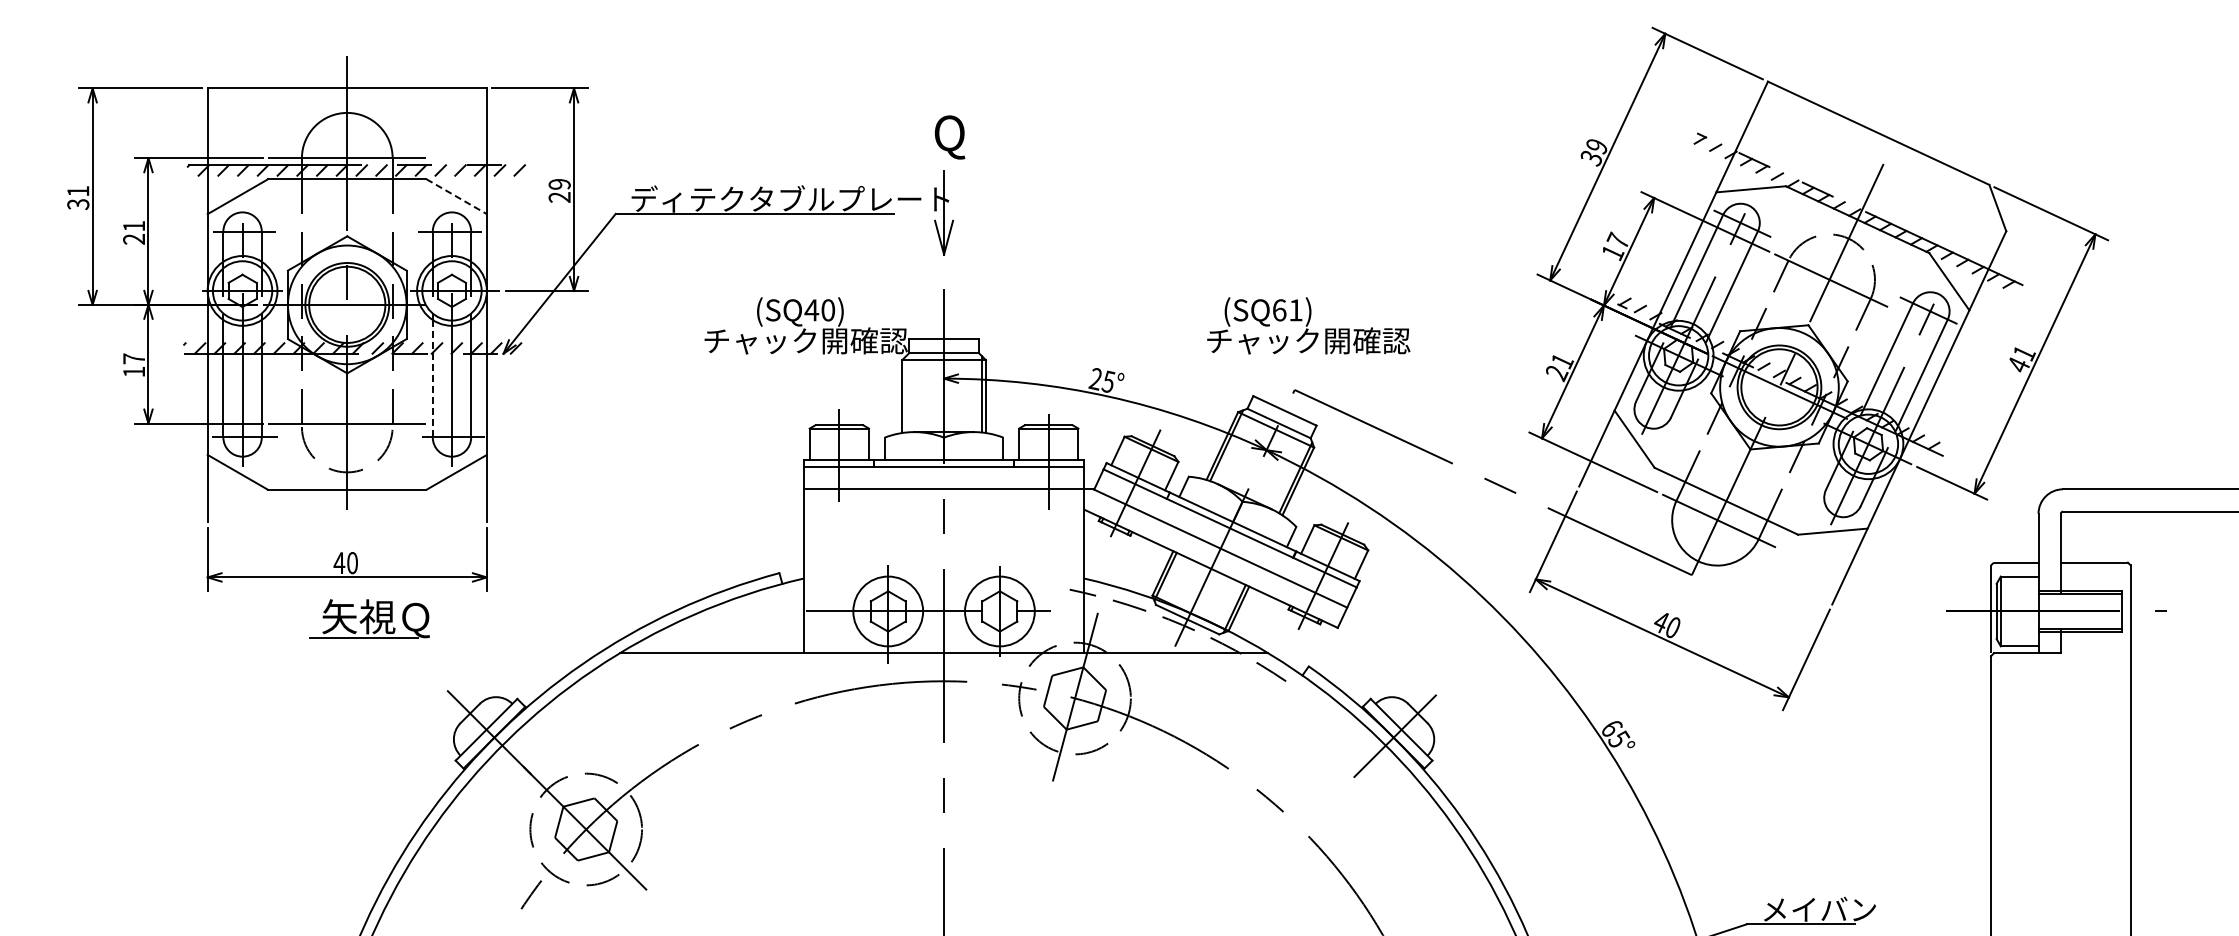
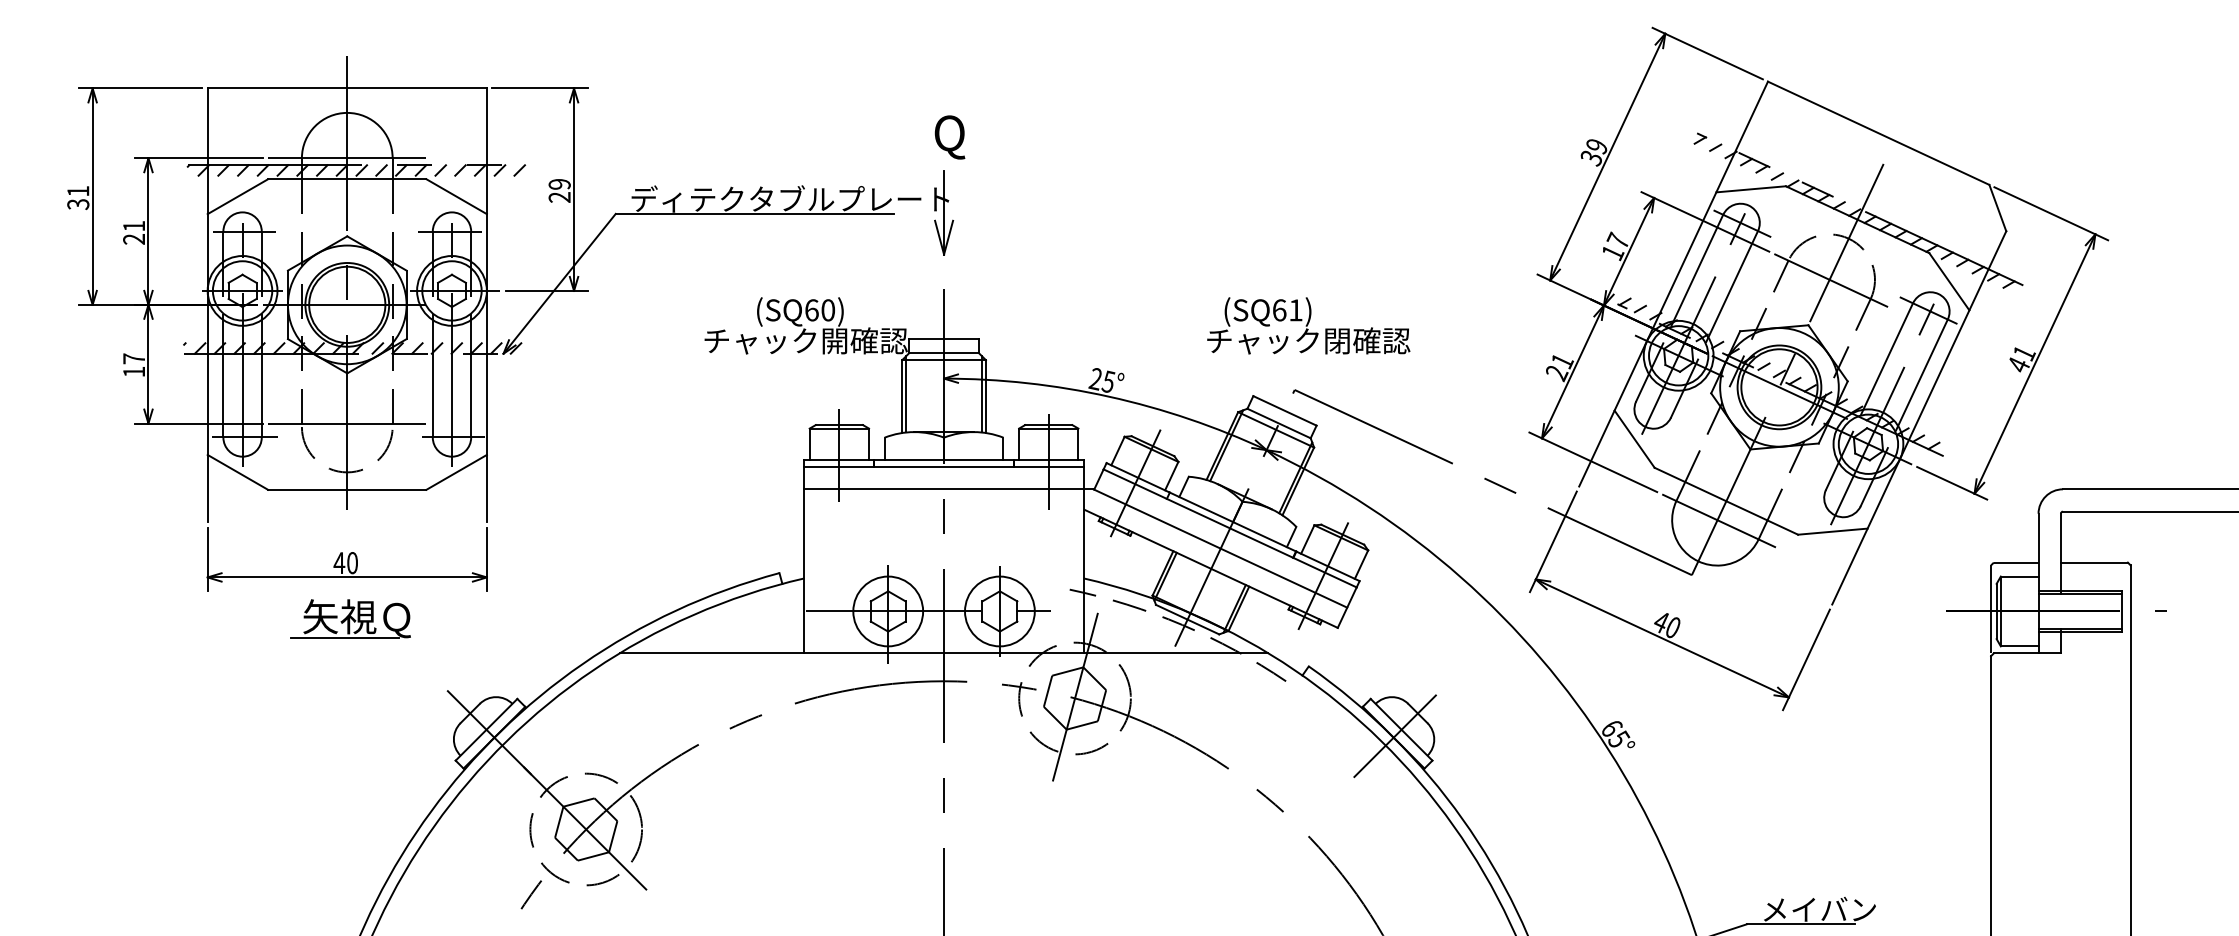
line at (456, 196): dashed -> solid
text at (811, 310): (SQ40) -> (SQ60)
text at (1337, 344): チャック開確認 -> チャック閉確認
line at (432, 378): dashed -> solid
line at (905, 394): none -> present
part at (369, 618) position: (369, 618) -> (350, 618)
